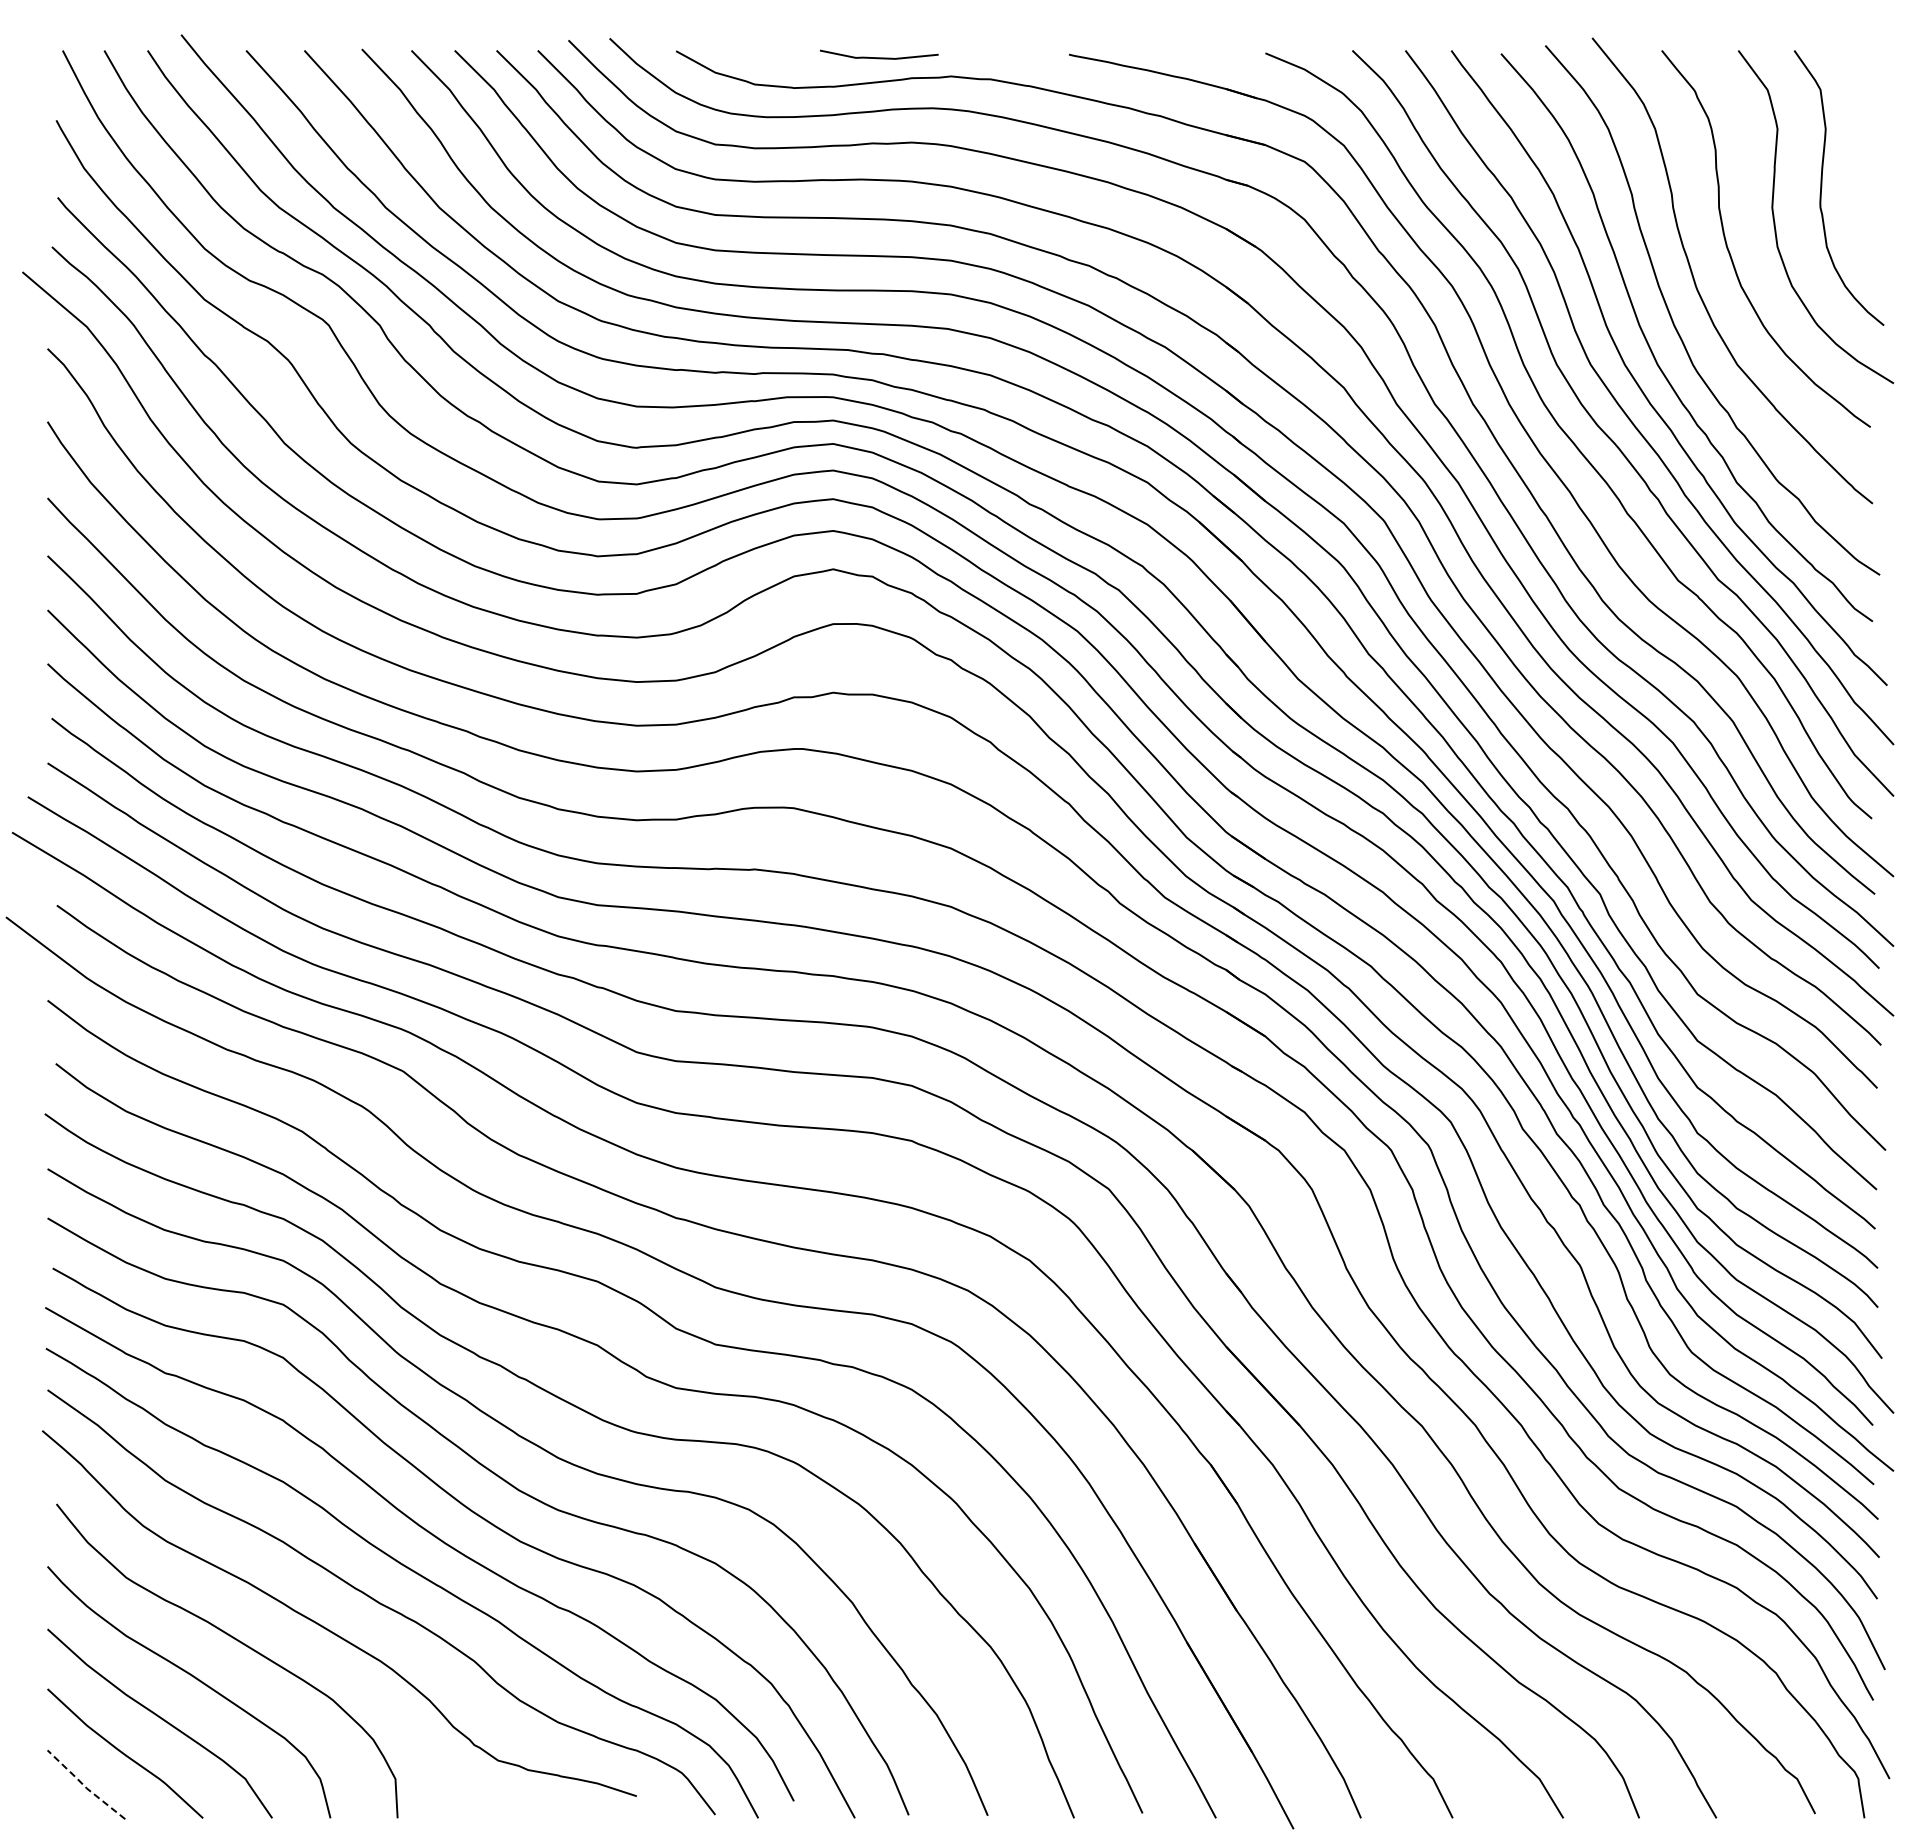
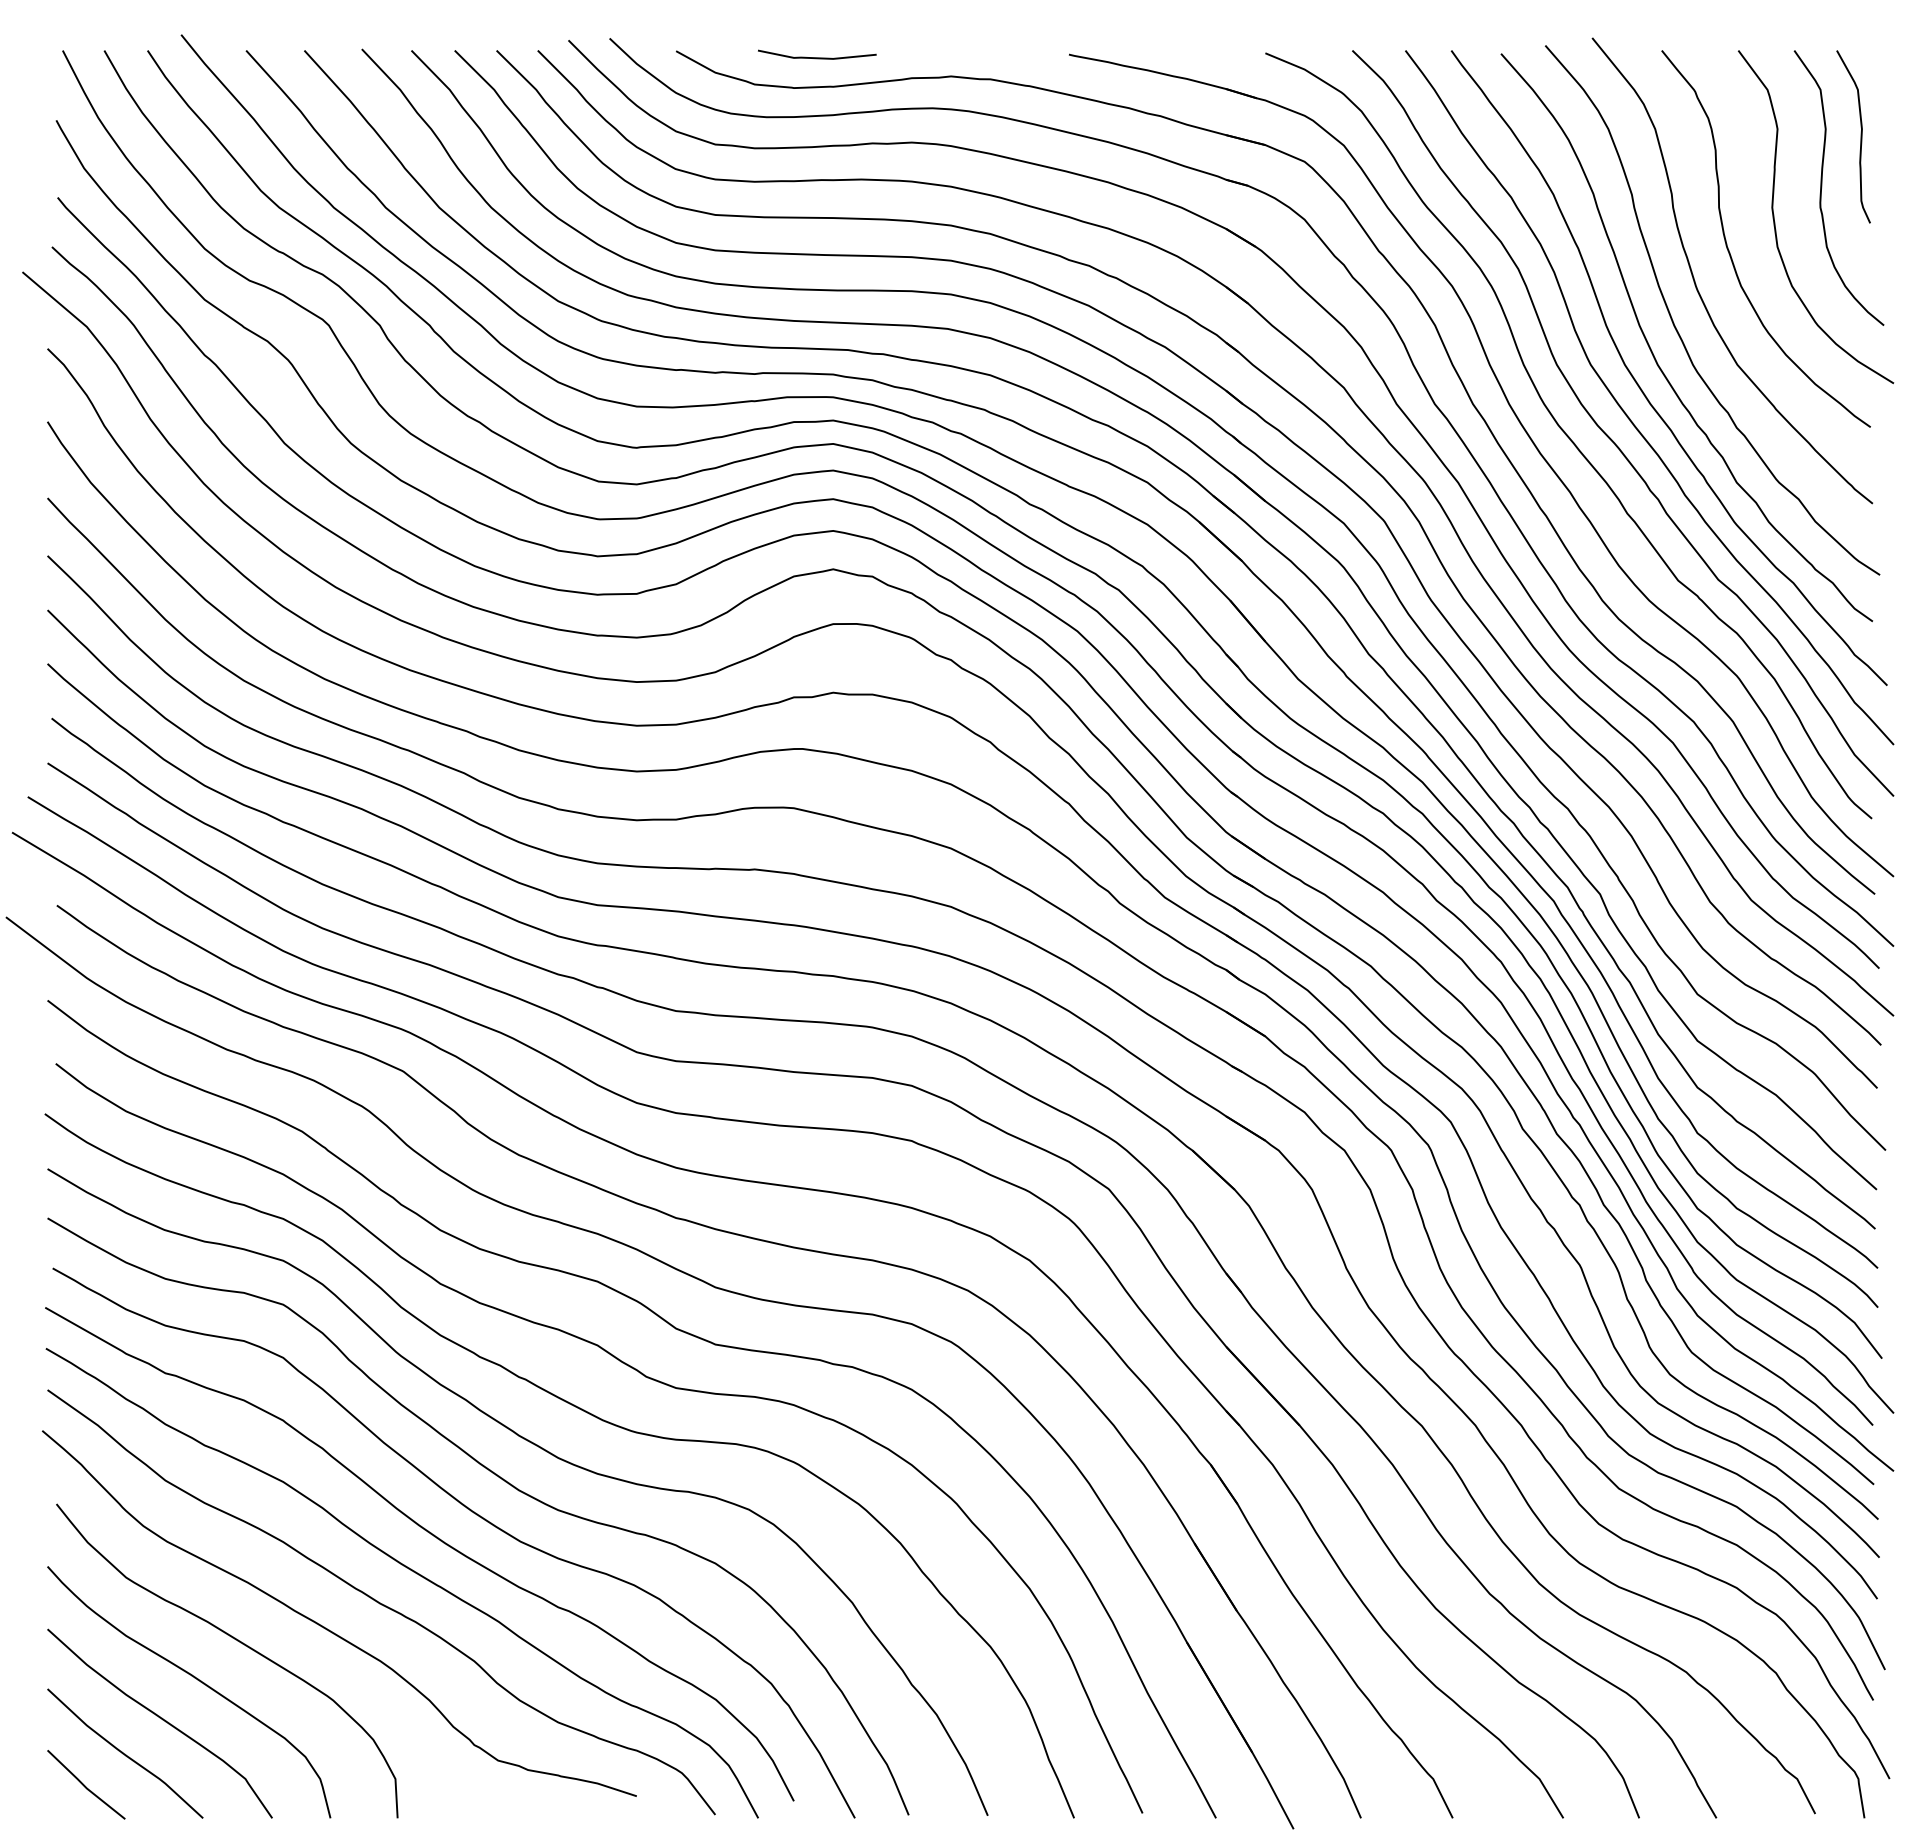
line at (879, 57) position: (879, 57) -> (817, 57)
curve at (1860, 136): none -> present
line at (84, 1786): dashed -> solid
